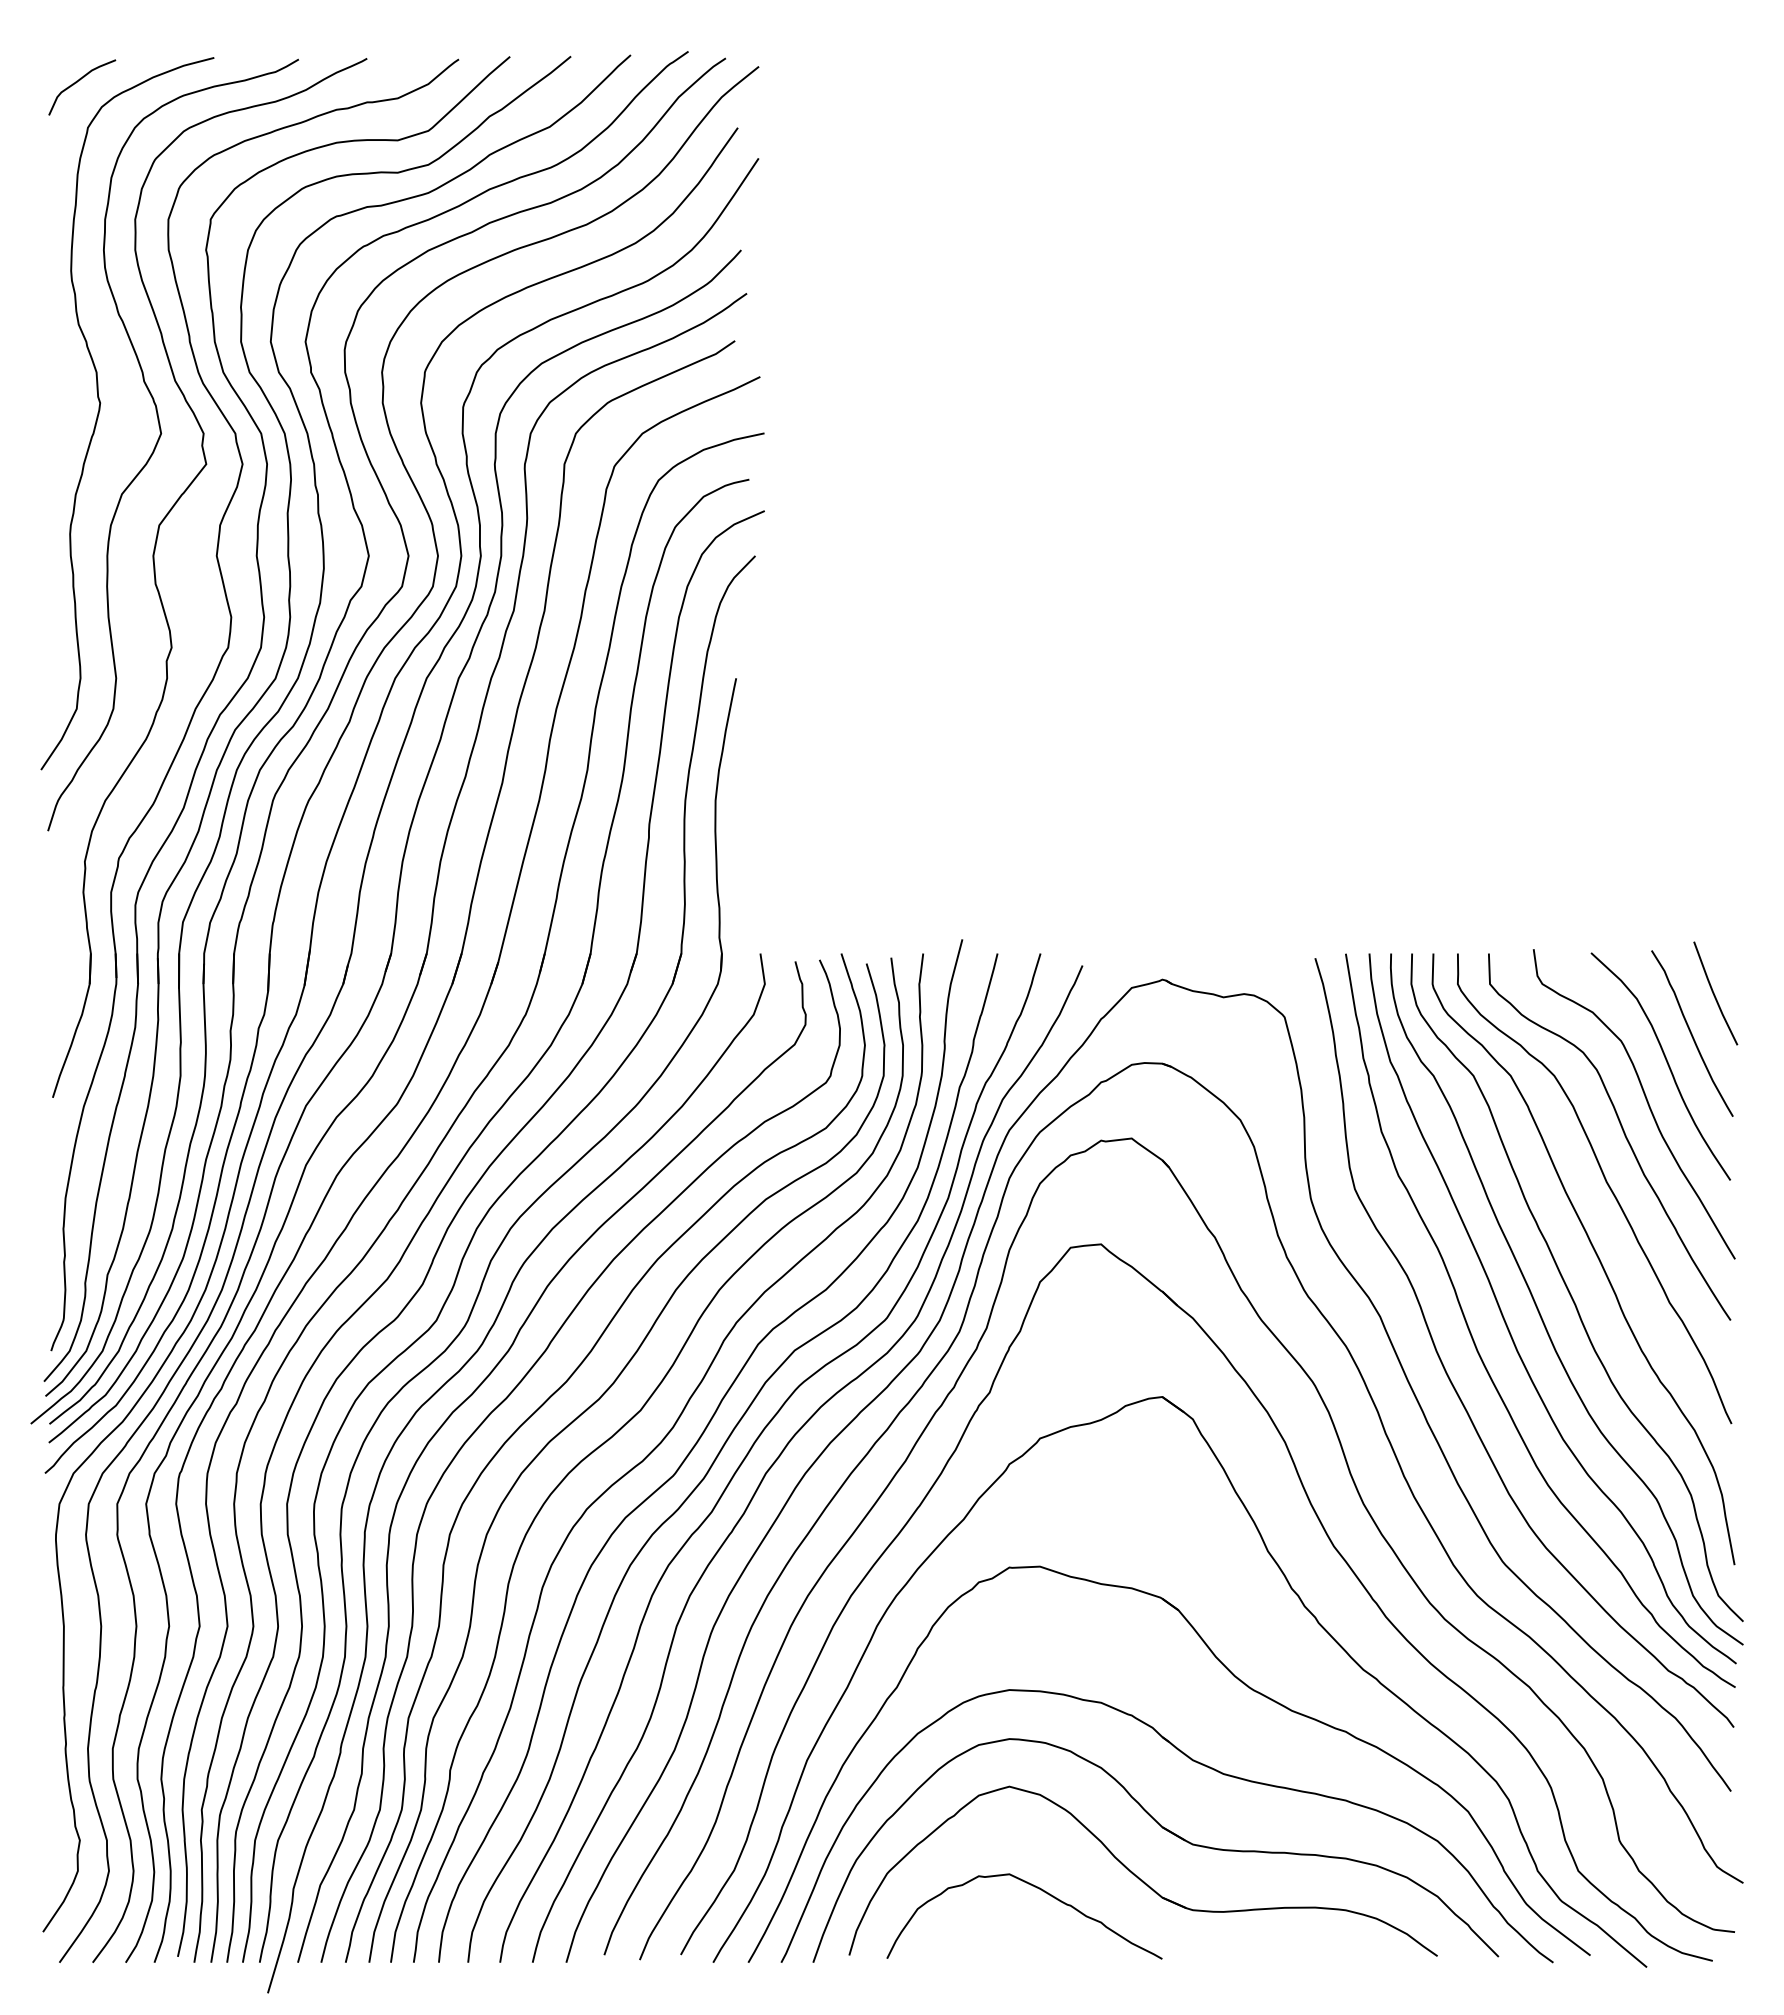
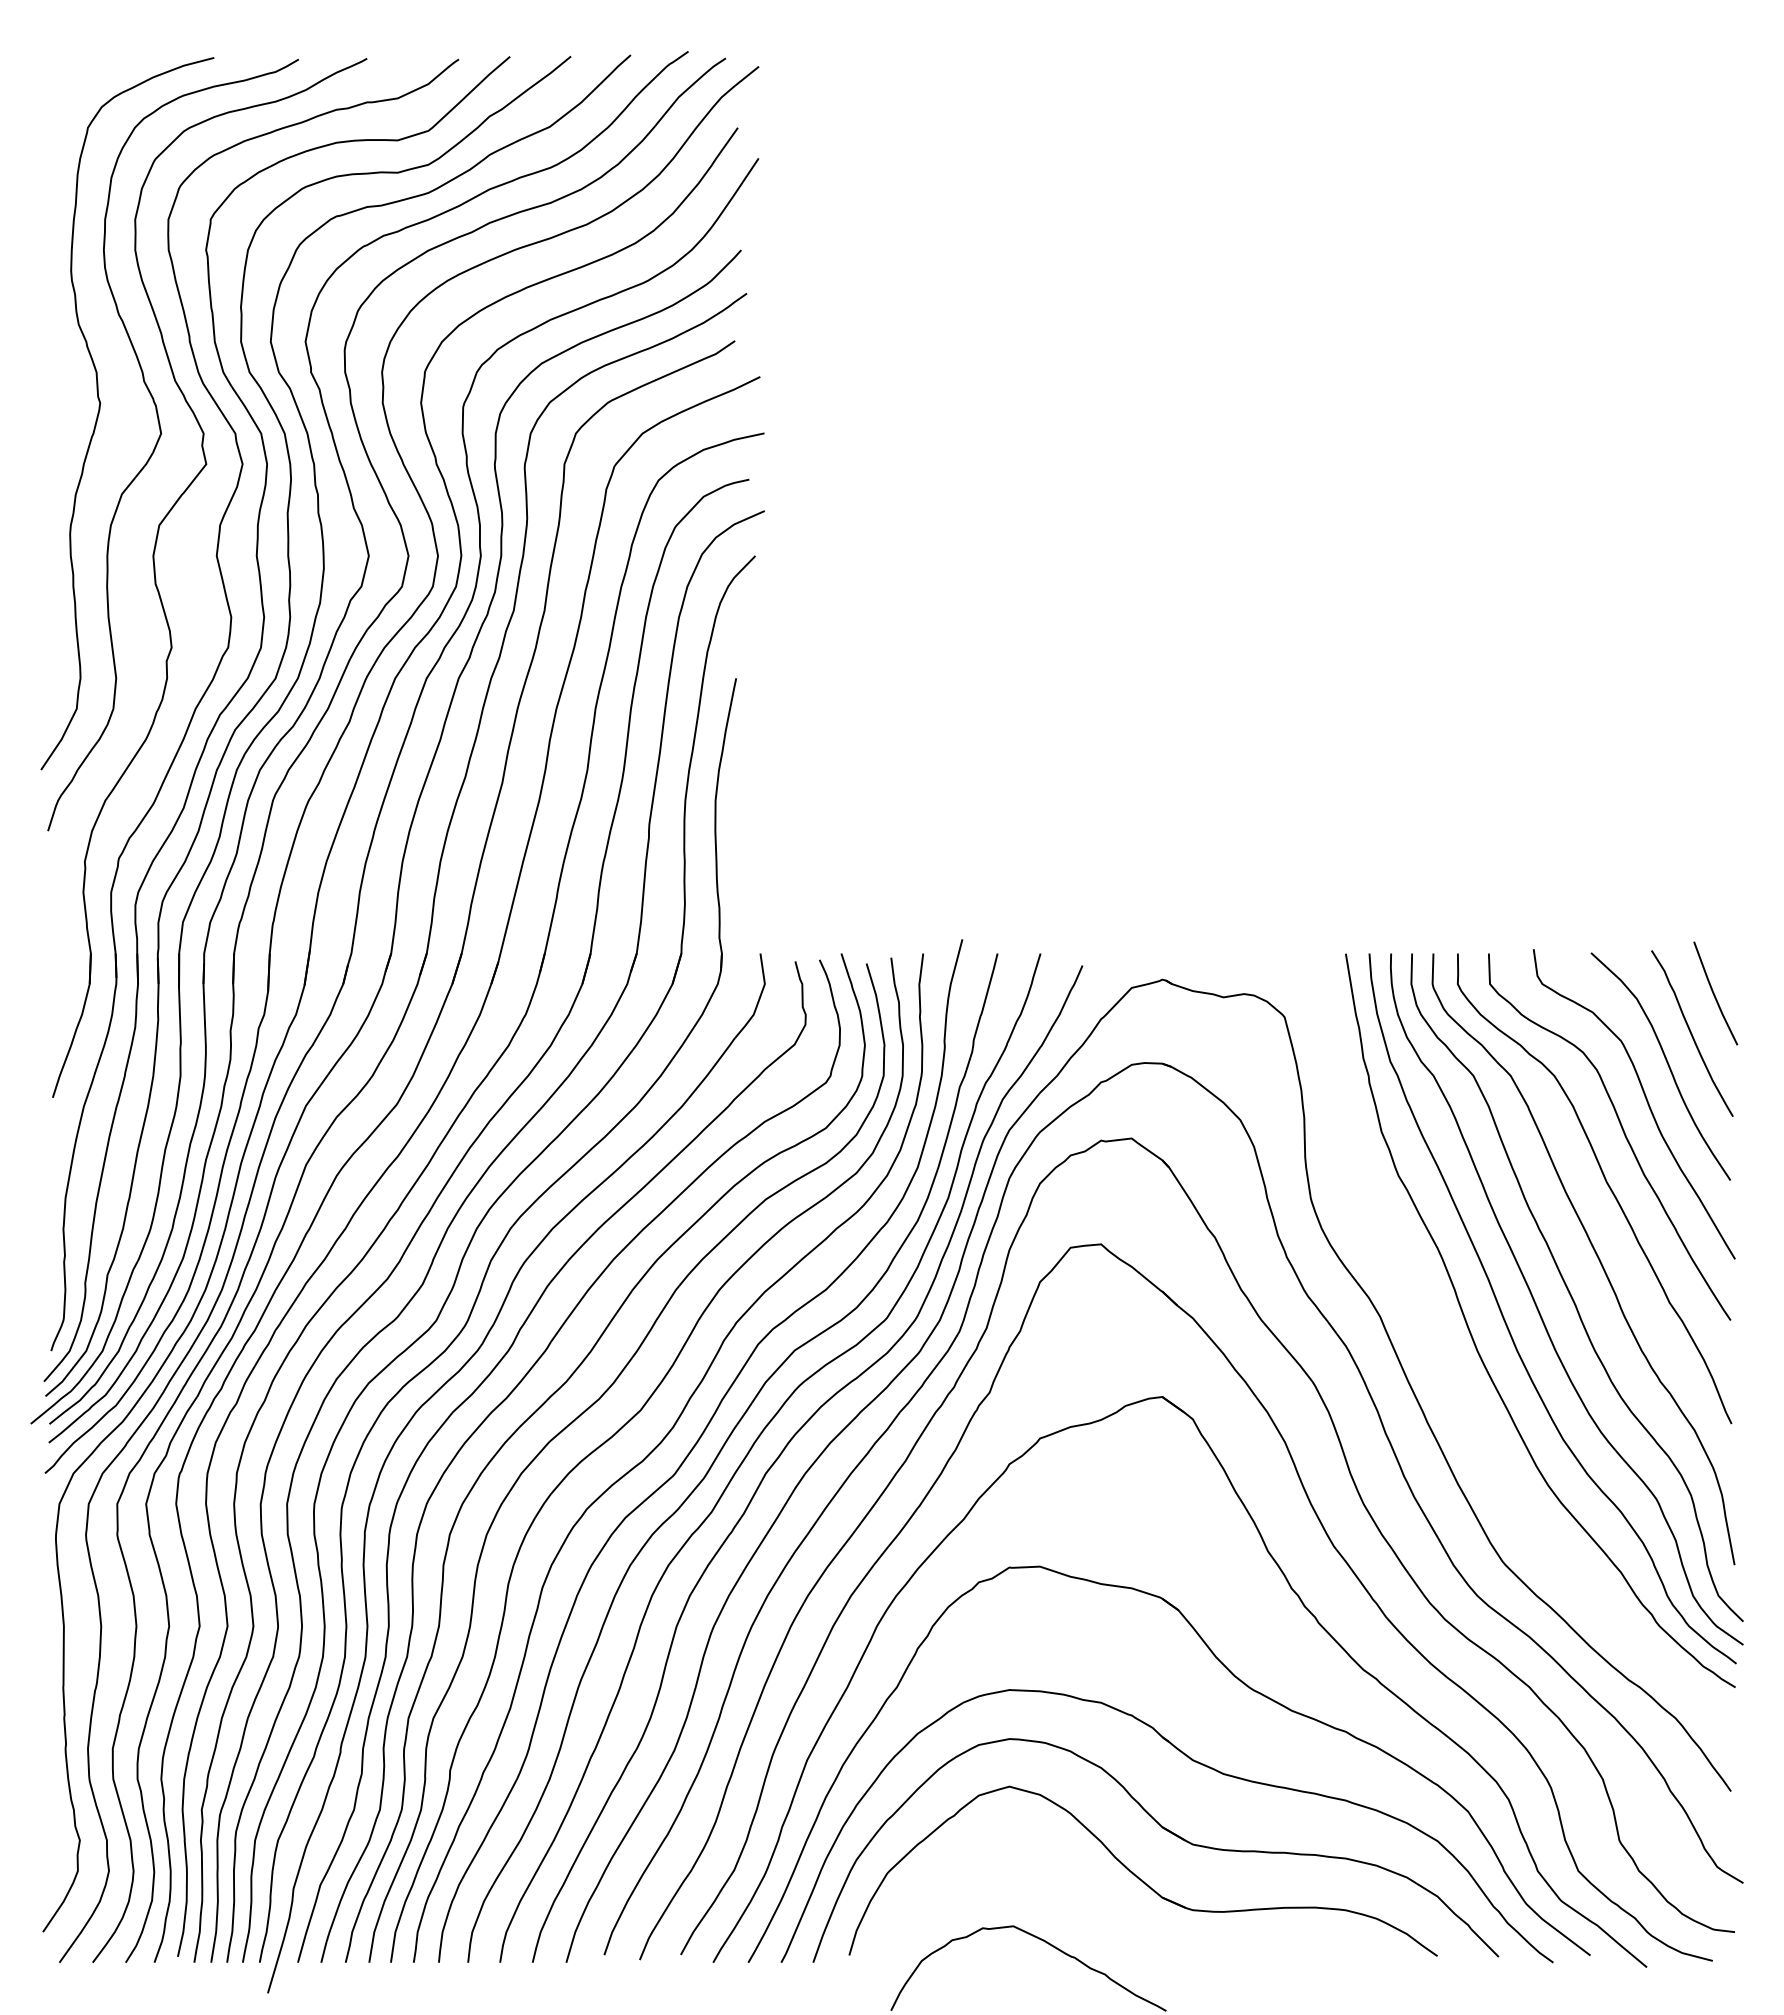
curve at (79, 81): present -> none
curve at (1450, 1378): present -> none
curve at (1040, 1890) position: (1040, 1890) -> (1044, 1942)
